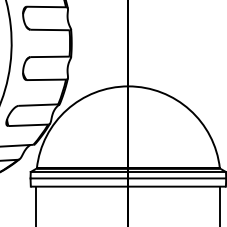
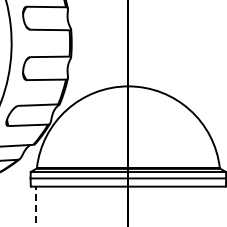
line at (220, 204): present -> none
line at (36, 206): solid -> dashed
